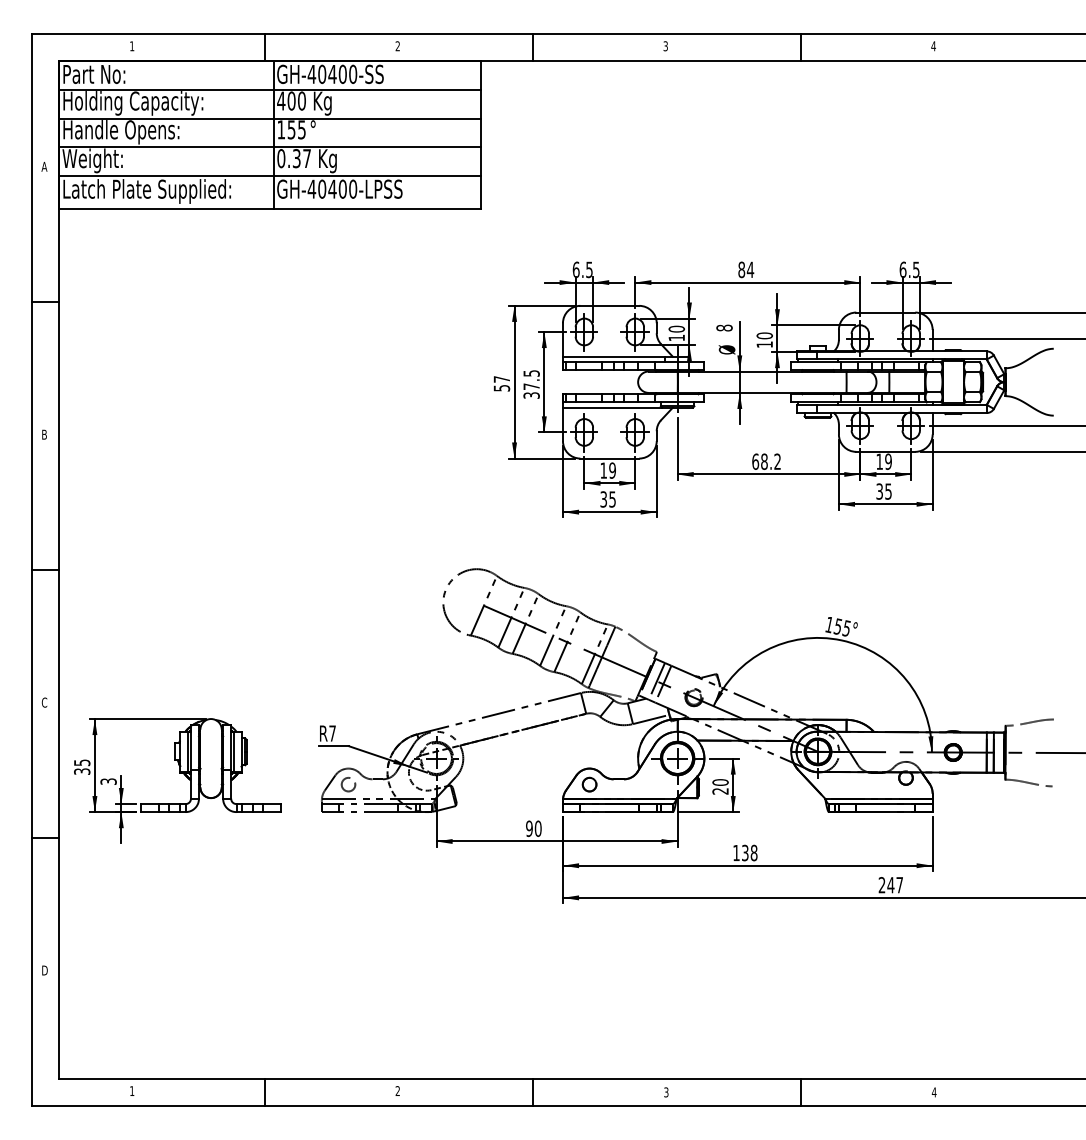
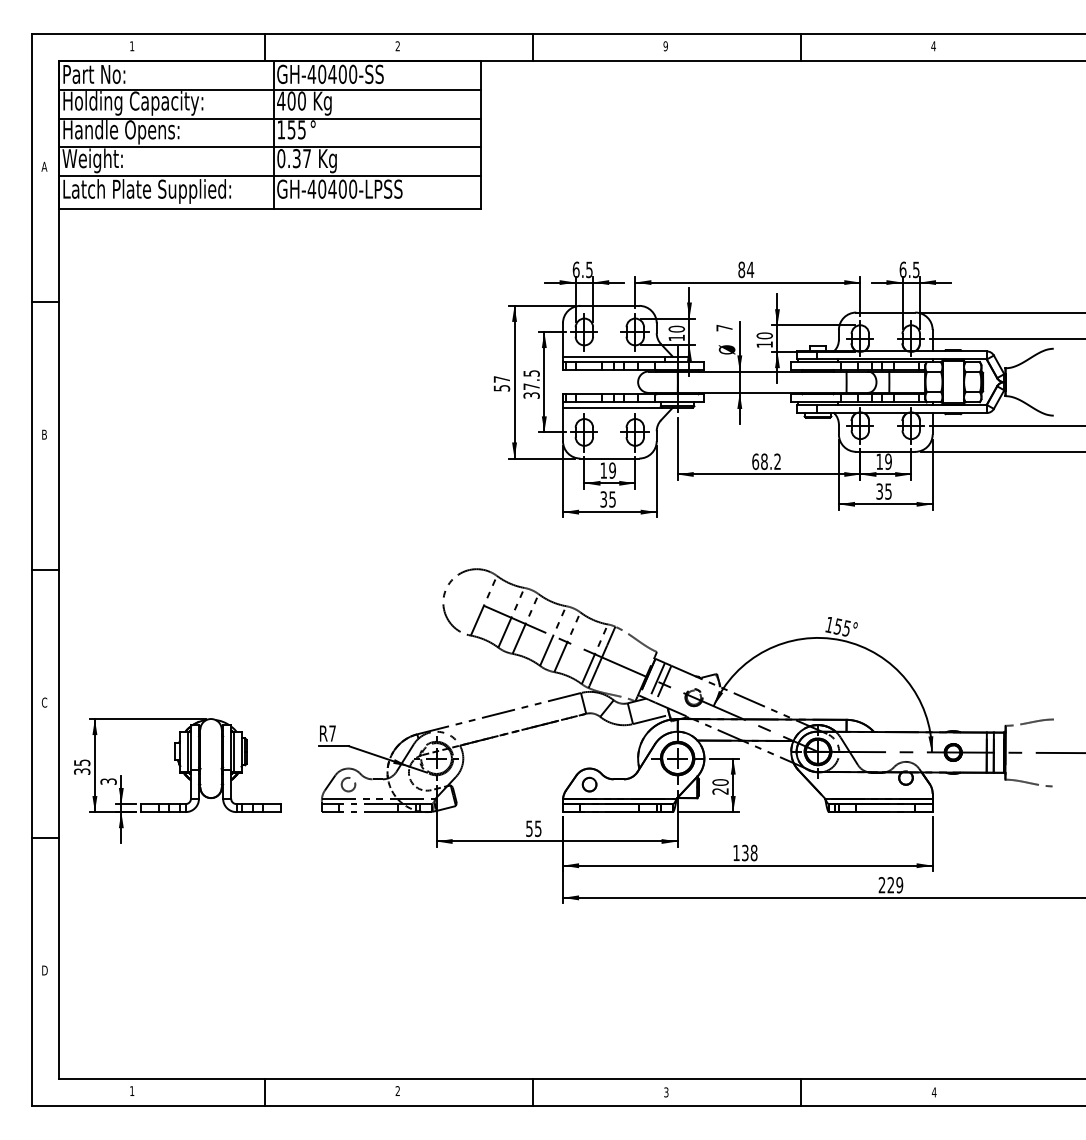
text at (665, 46): 3 -> 9
text at (724, 327): 8 -> 7
text at (533, 828): 90 -> 55
text at (895, 885): 247 -> 229
